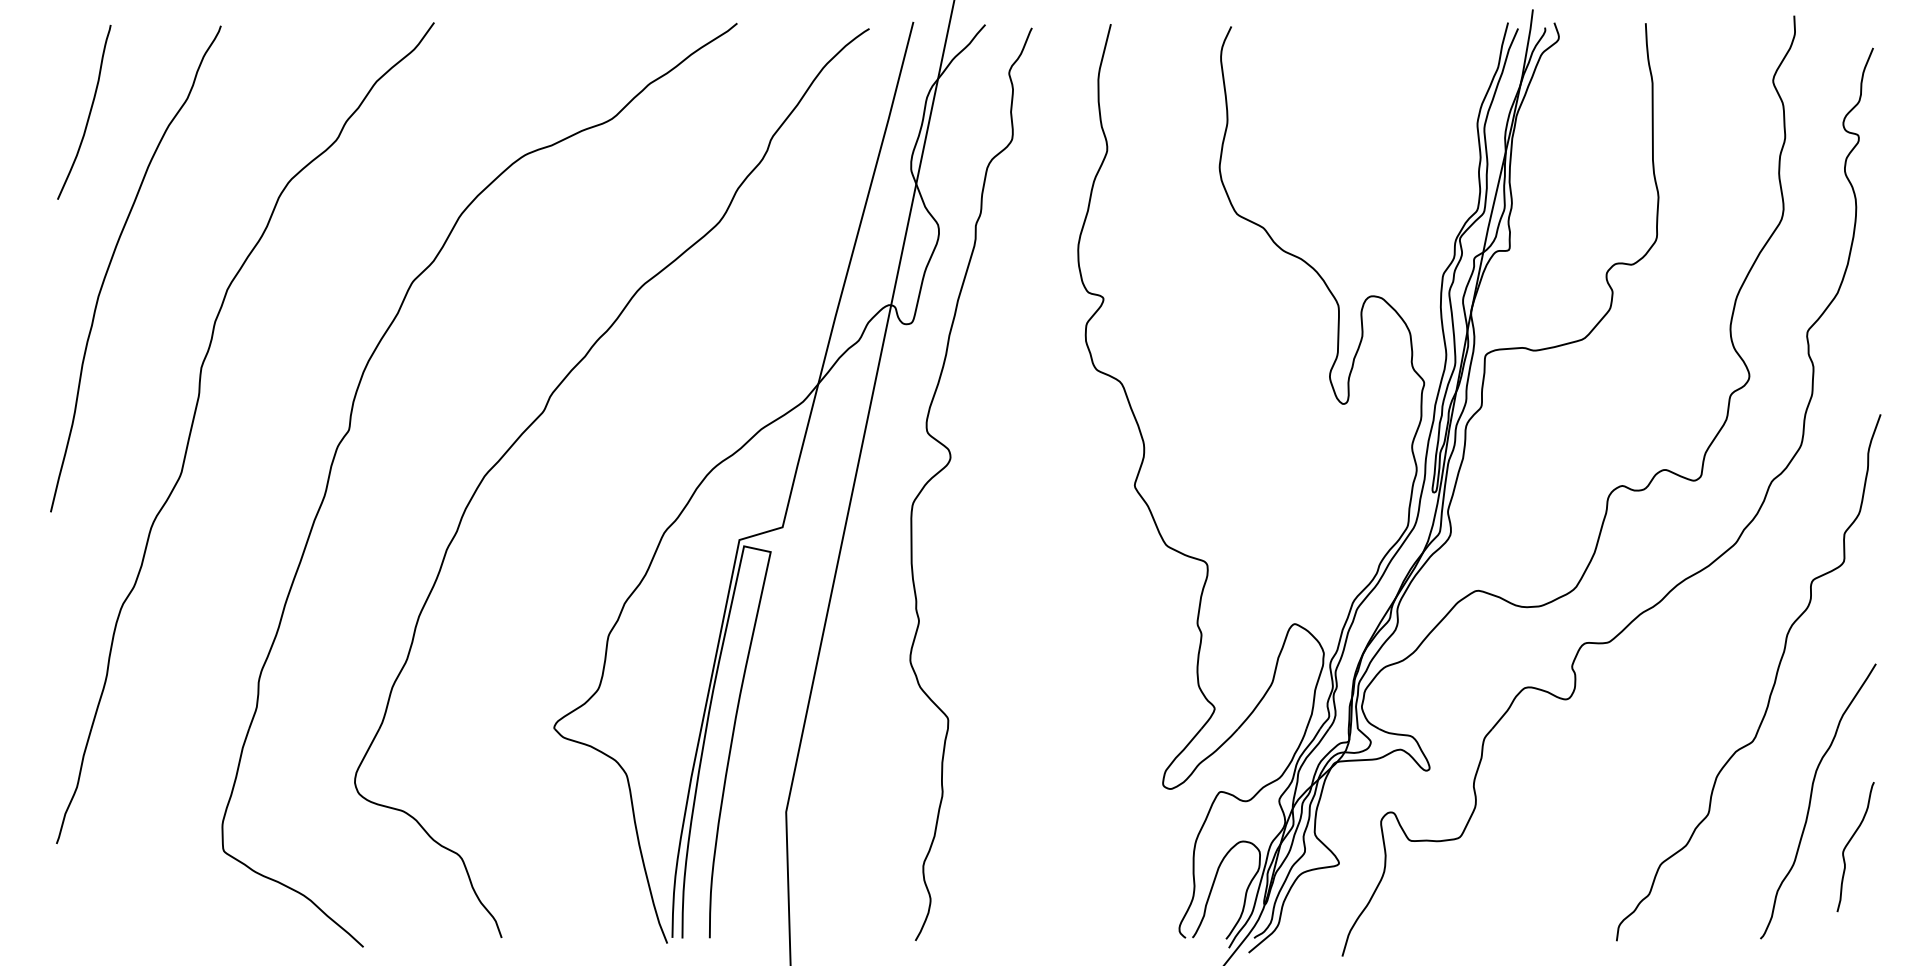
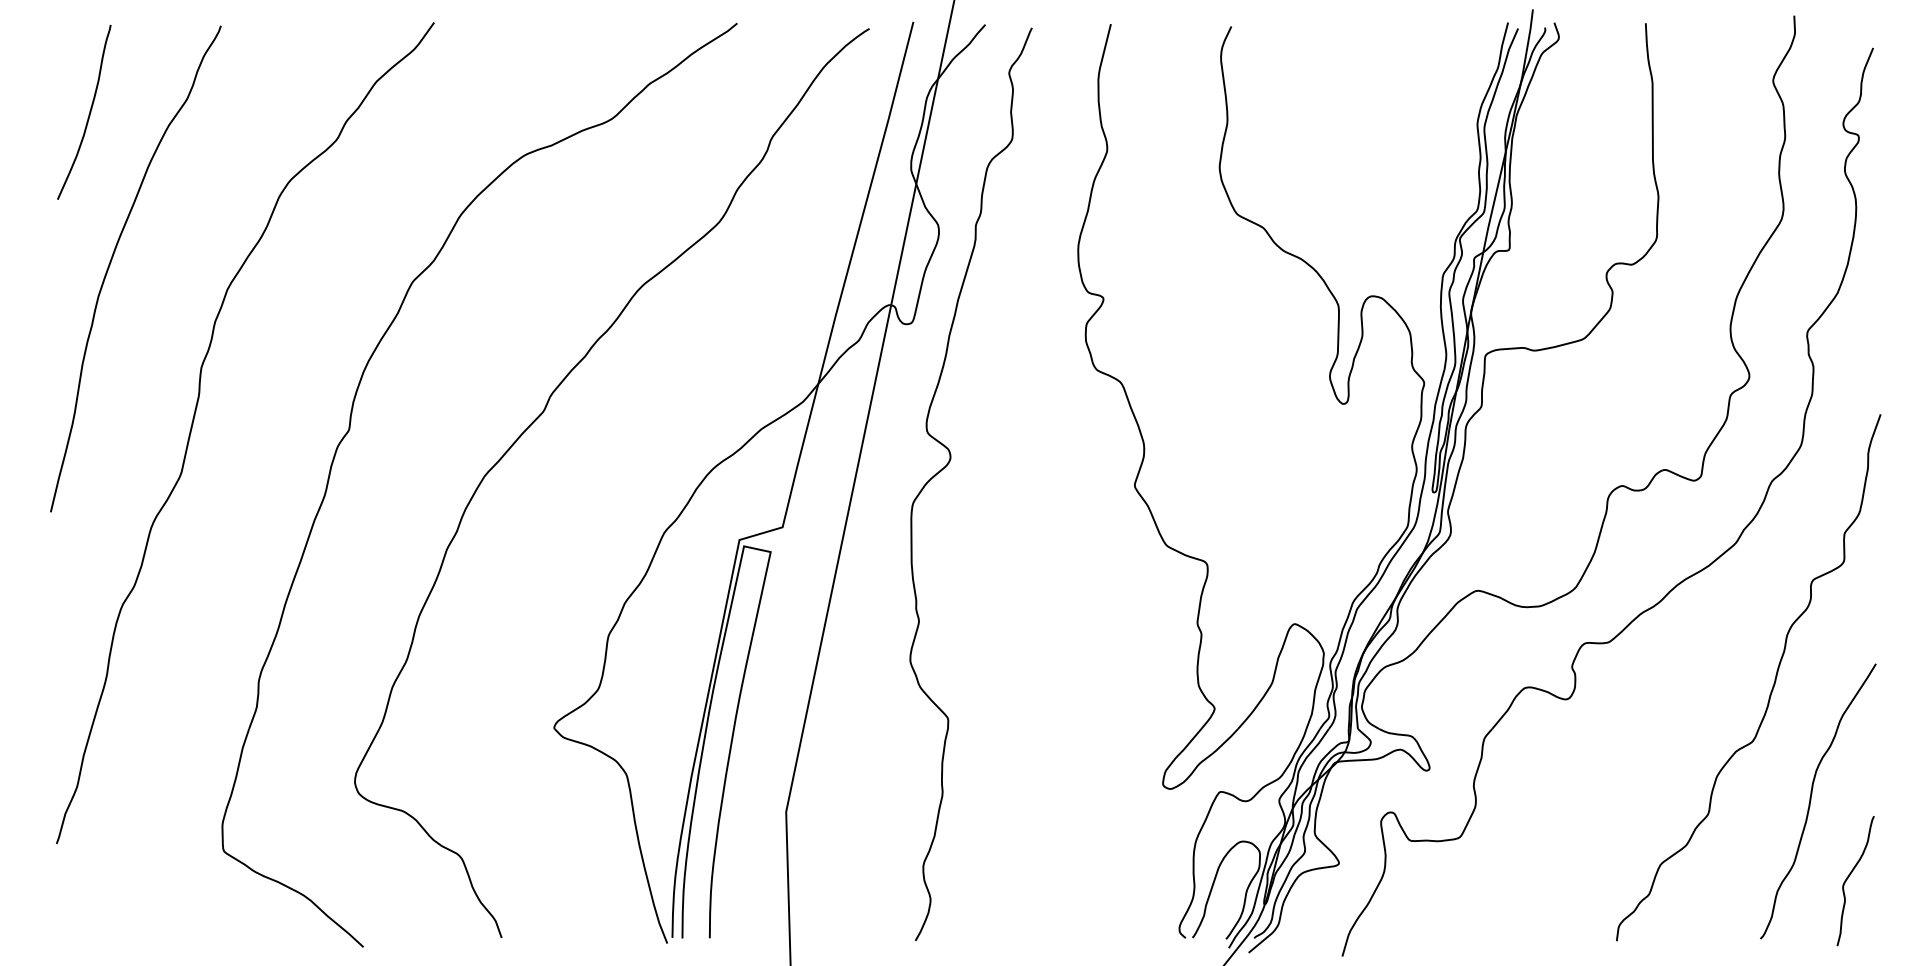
curve at (1848, 844) position: (1848, 844) -> (1848, 878)
